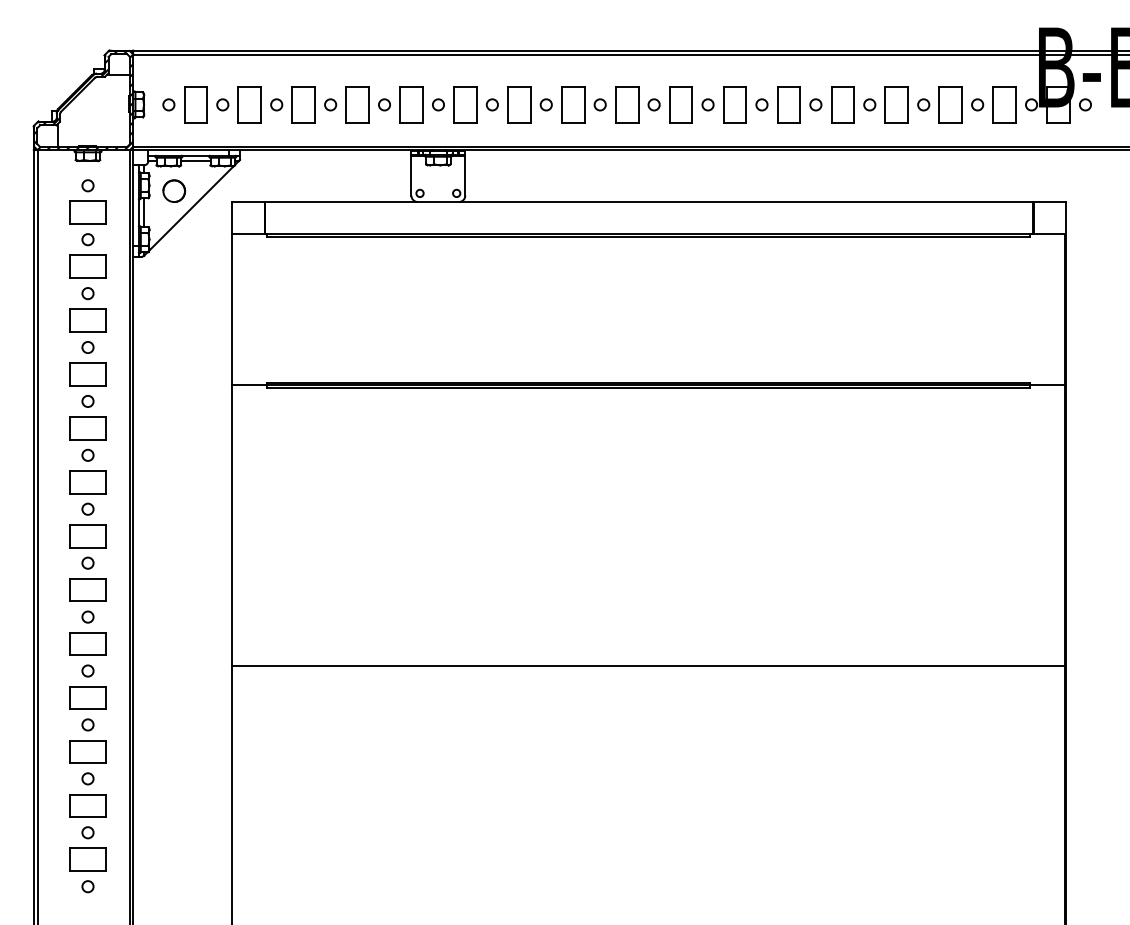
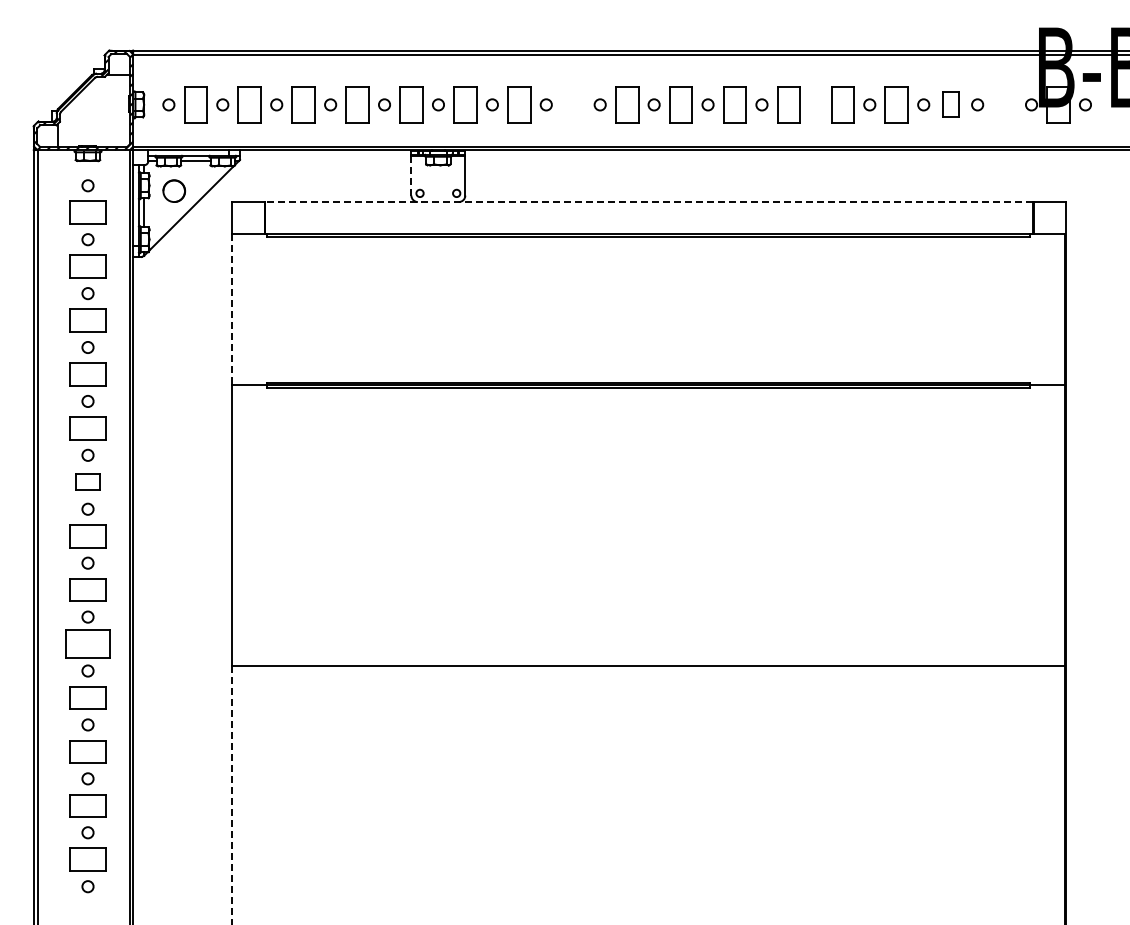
part at (573, 104): present -> none
circle at (815, 104): present -> none
part at (950, 104) size: 25x38 px -> 18x27 px
part at (1004, 104): present -> none
line at (411, 176): solid -> dashed
line at (649, 202): solid -> dashed
line at (232, 310): solid -> dashed
part at (87, 482) size: 38x25 px -> 26x18 px
part at (87, 643) size: 38x24 px -> 46x30 px
line at (232, 795): solid -> dashed
